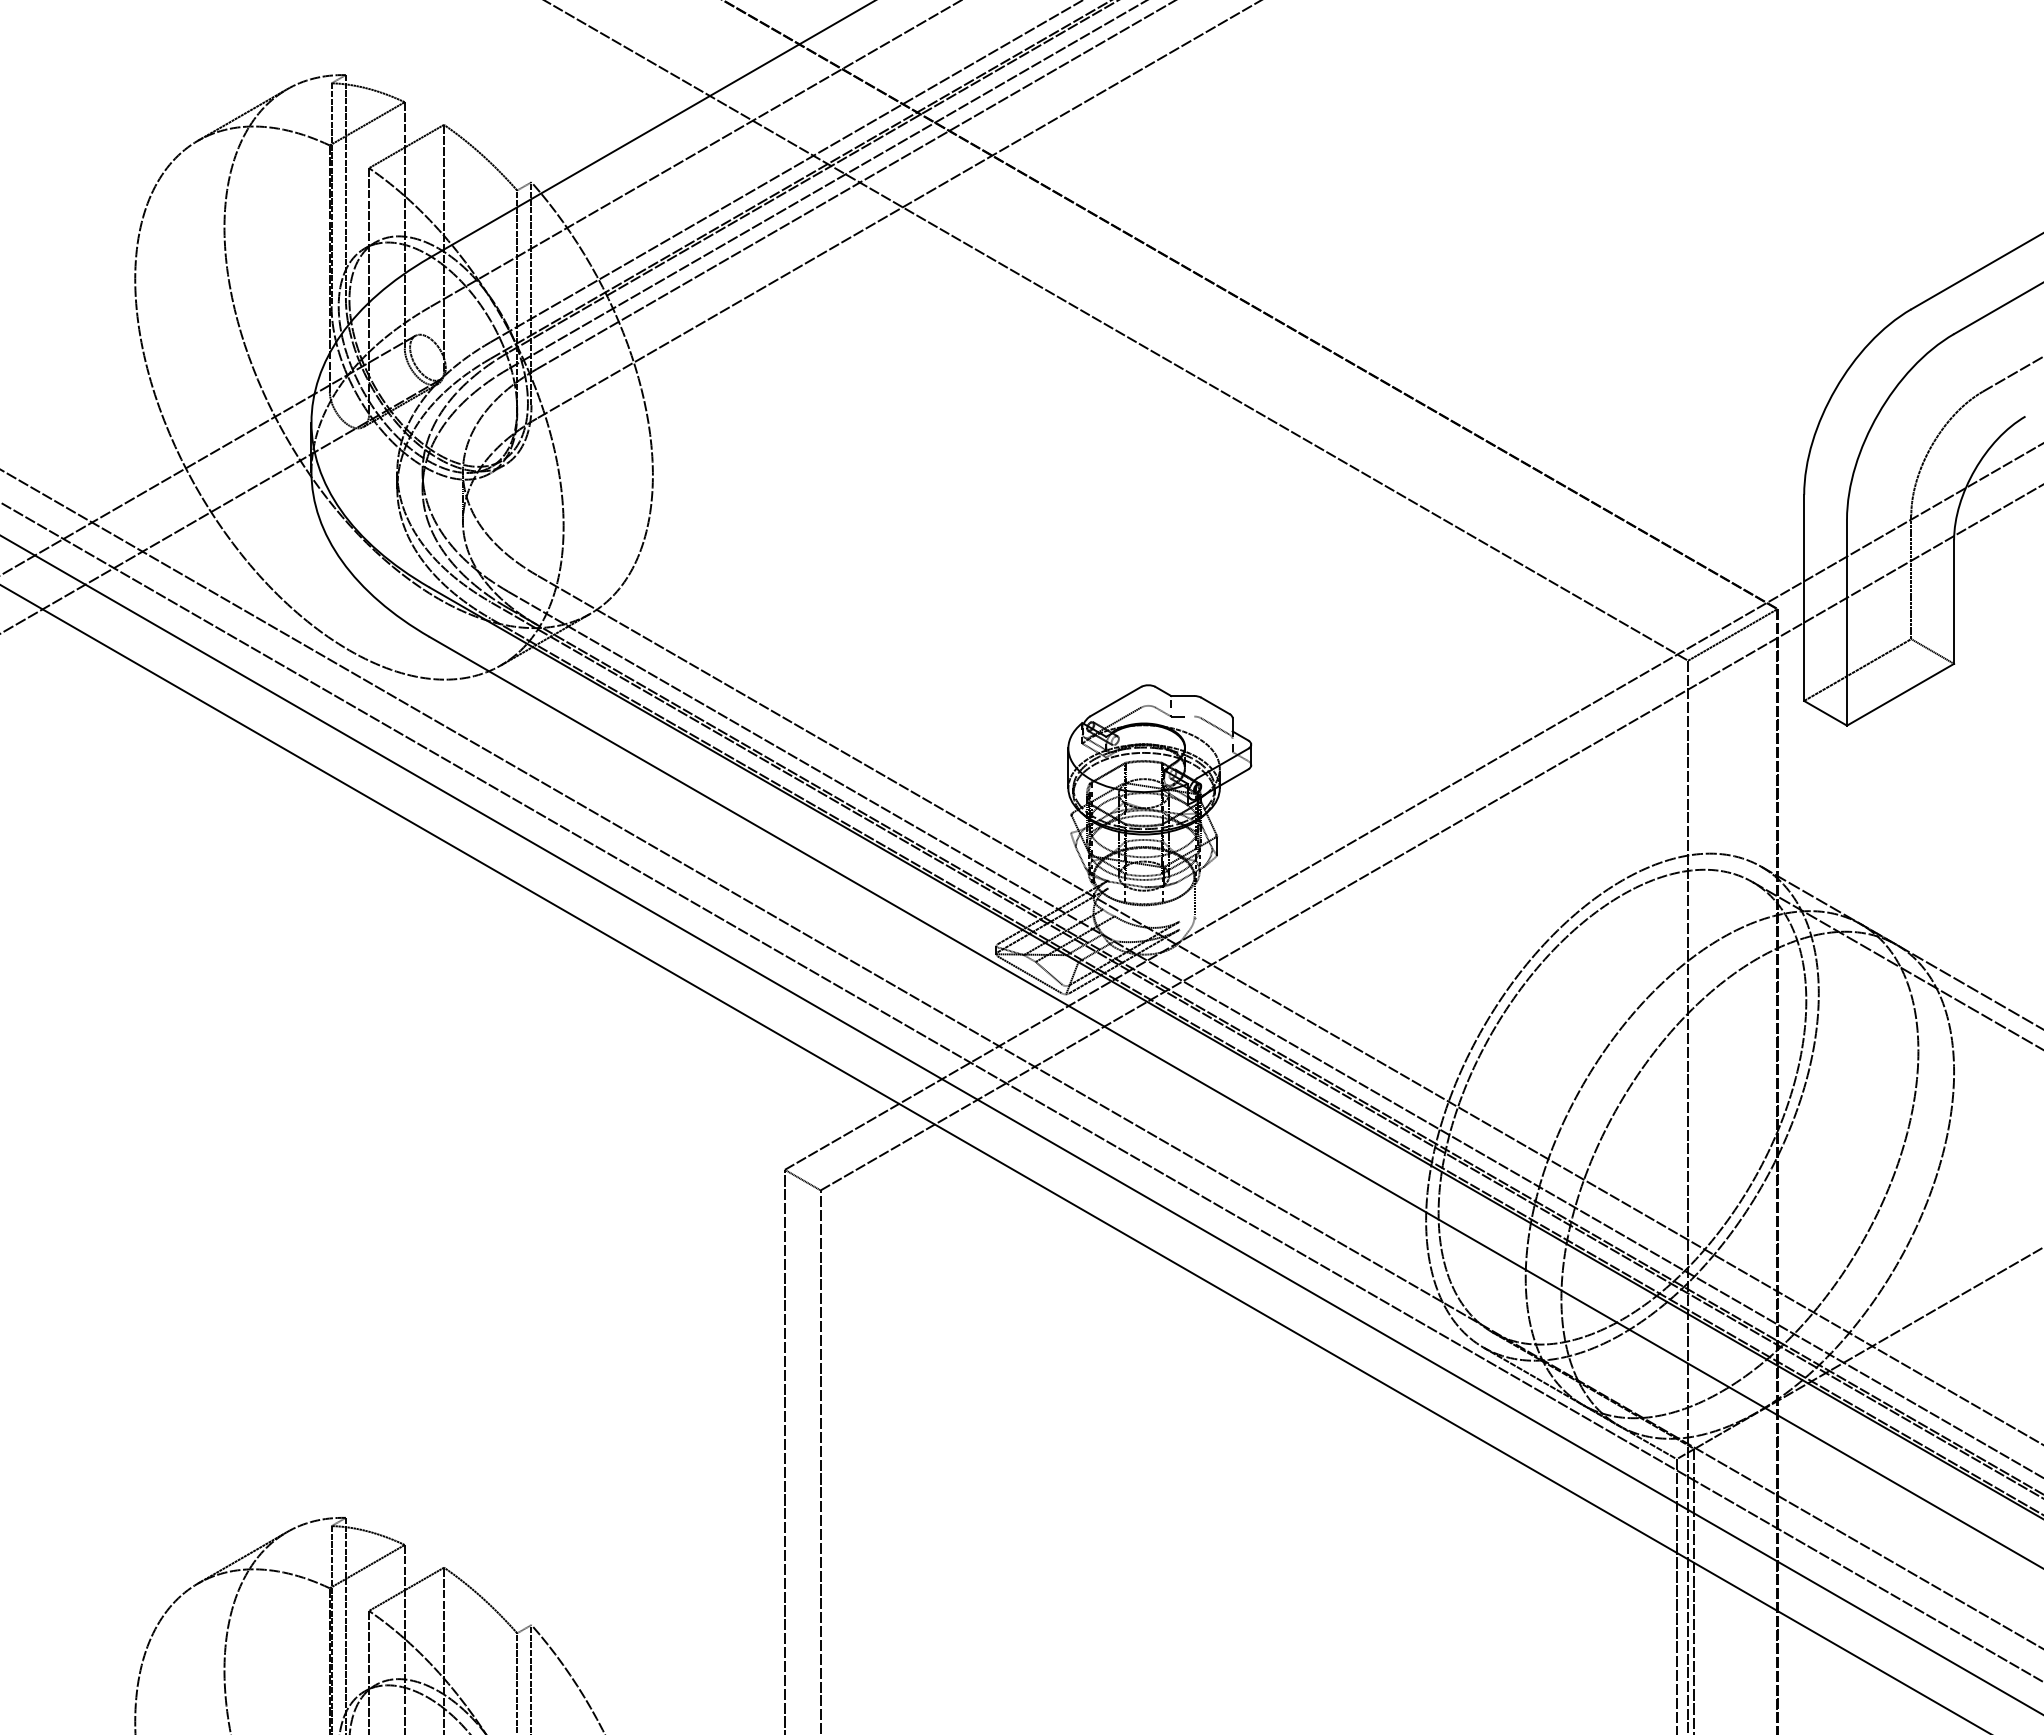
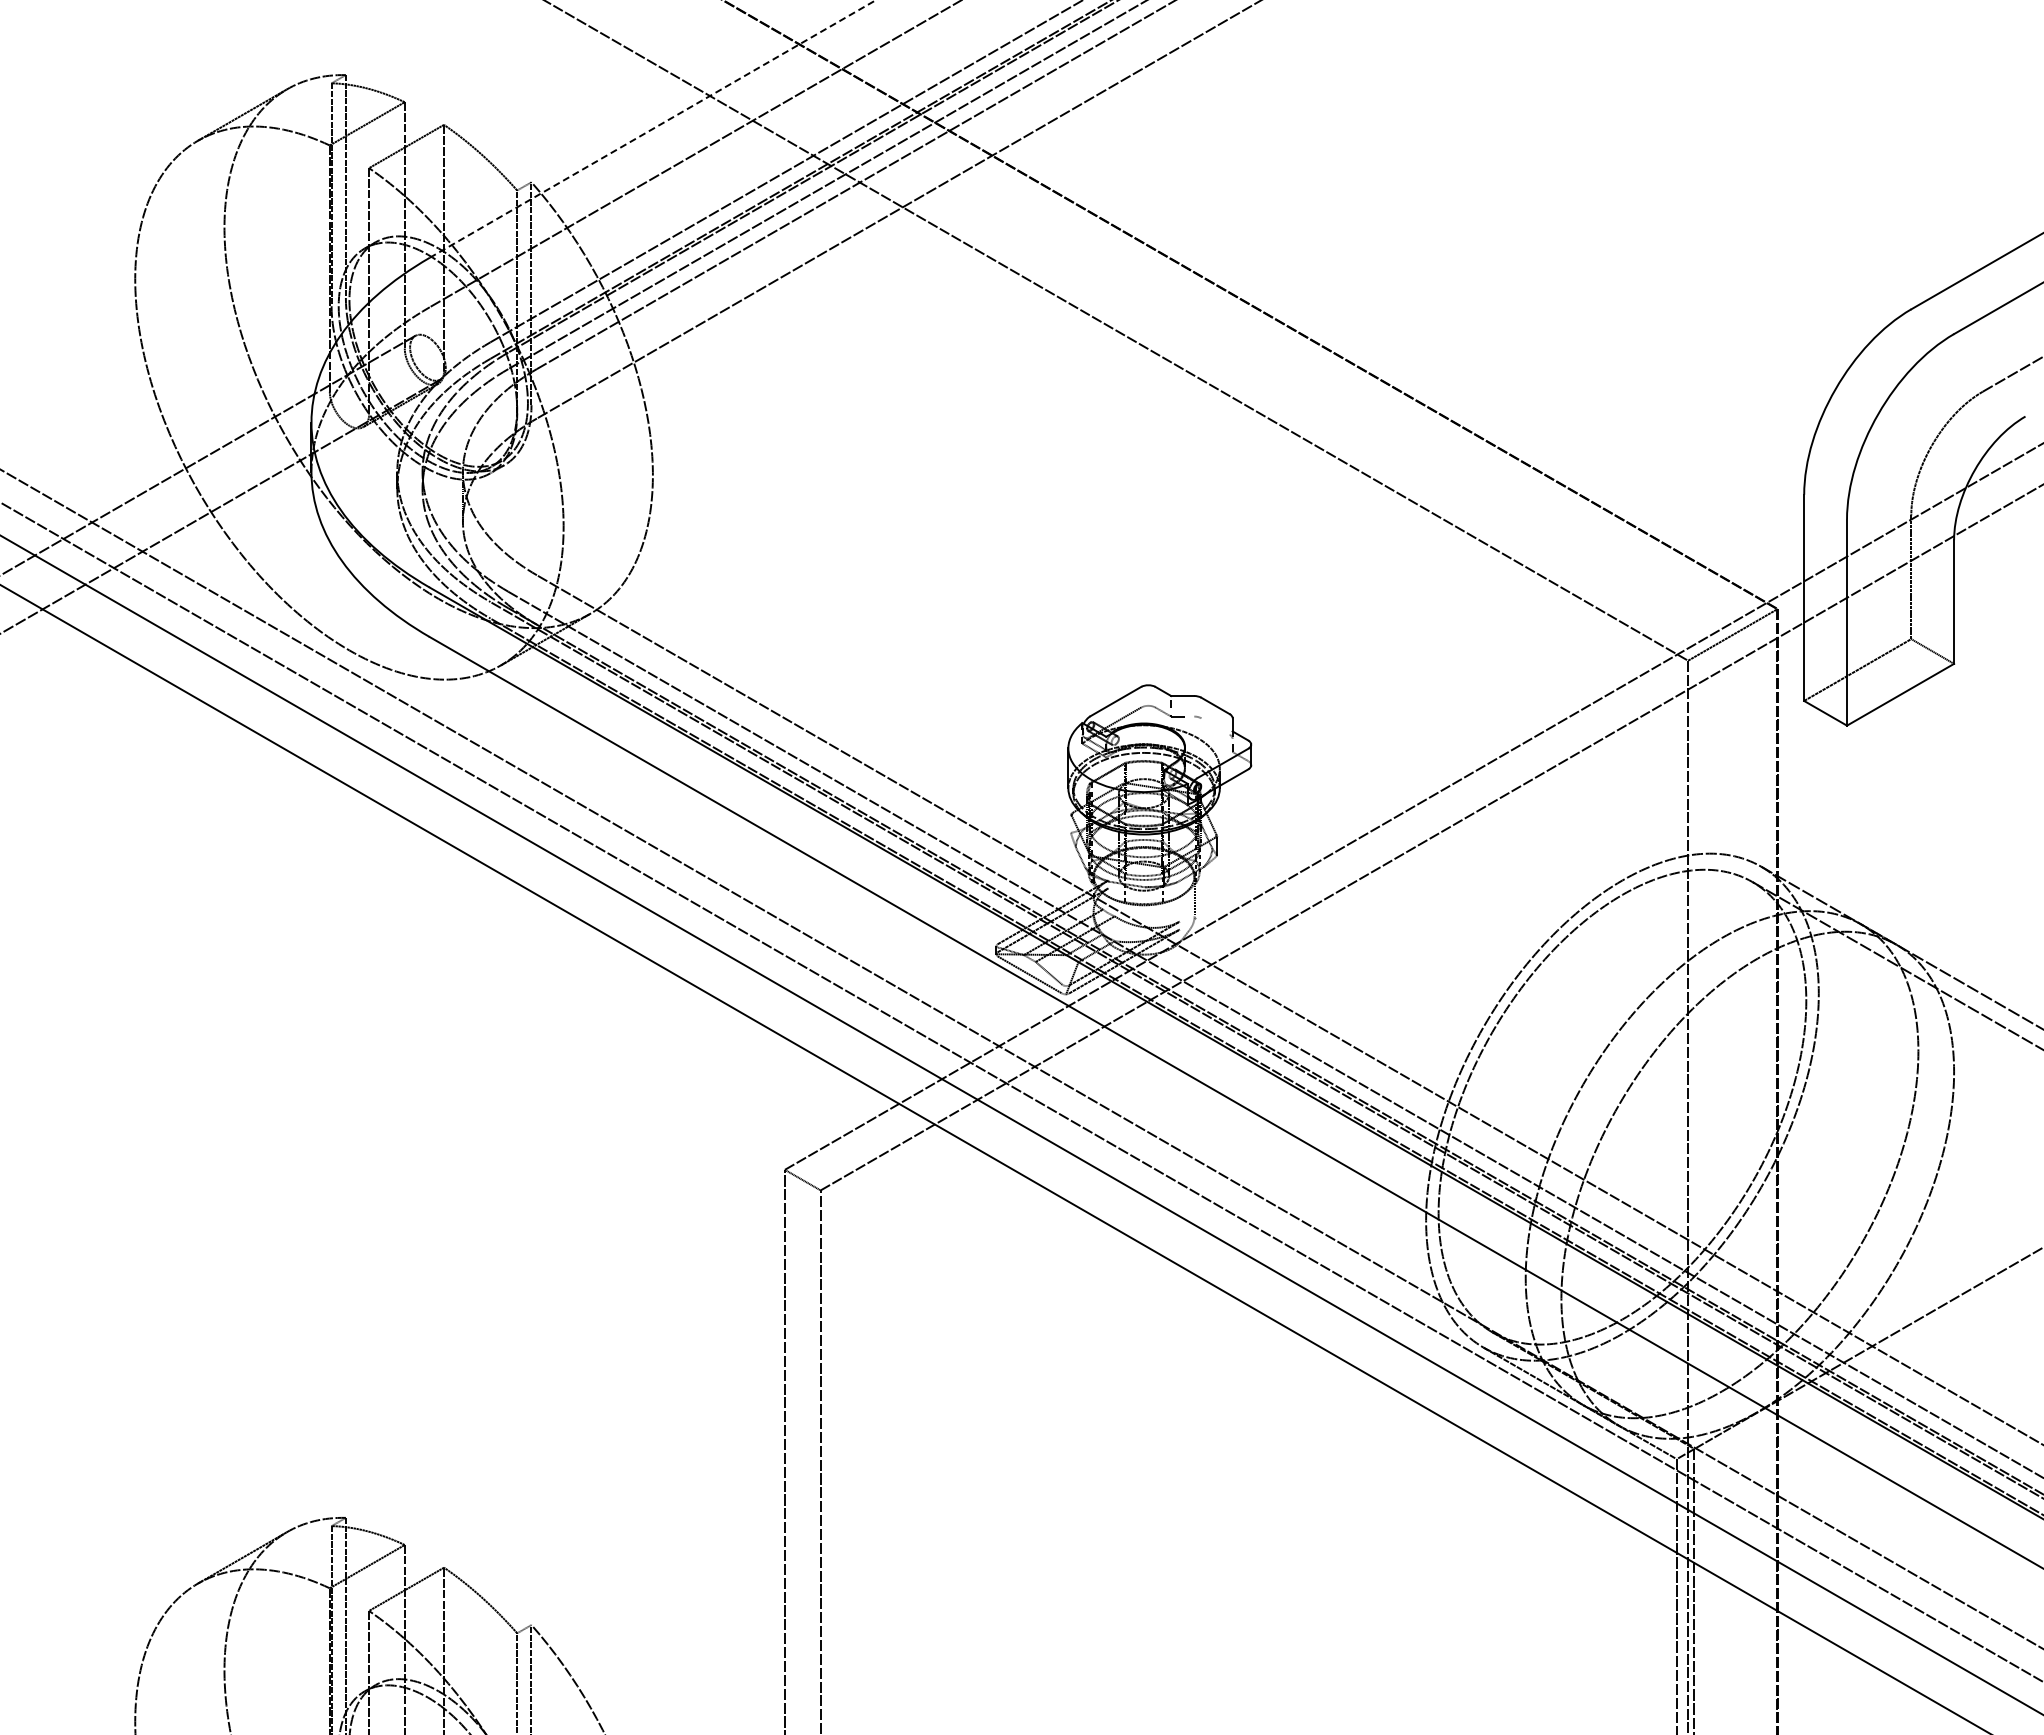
line at (653, 128): solid -> dashed
line at (1215, 726): present -> none
